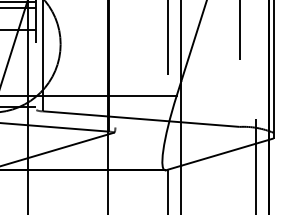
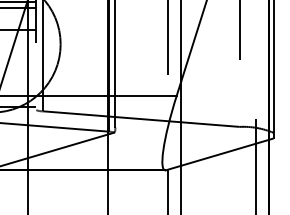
line at (115, 64): none -> present
